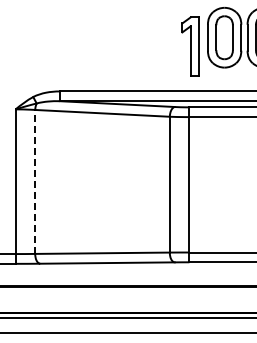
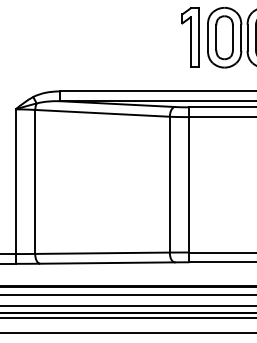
part at (190, 46) position: (190, 46) -> (190, 37)
line at (35, 181): dashed -> solid
line at (127, 294): none -> present
line at (127, 305): none -> present
